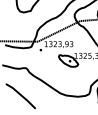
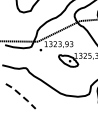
line at (21, 95): solid -> dashed
